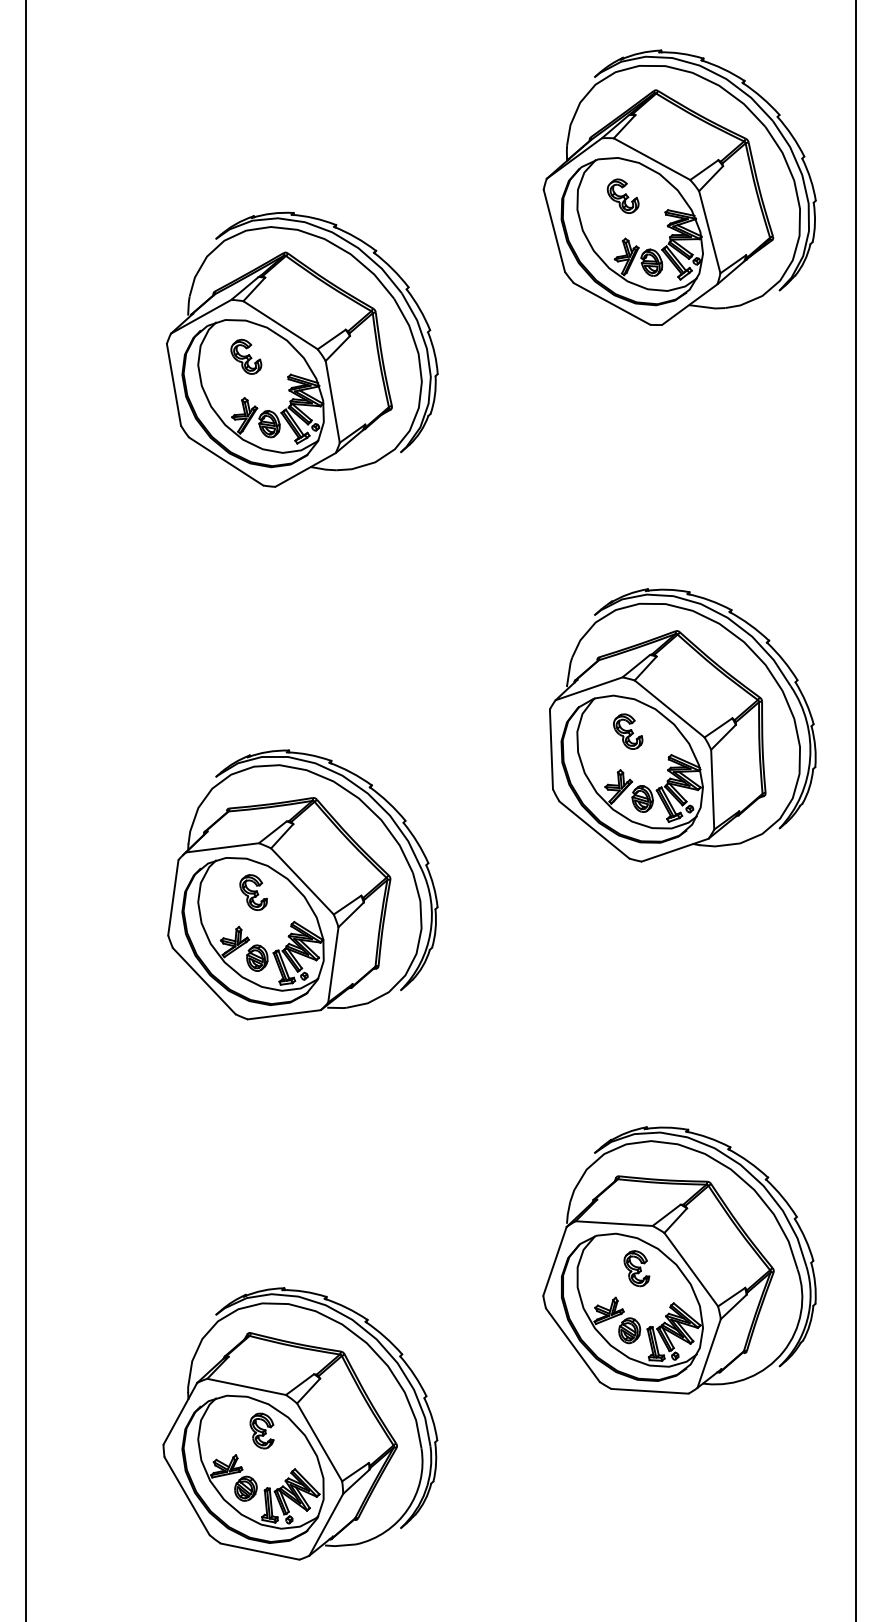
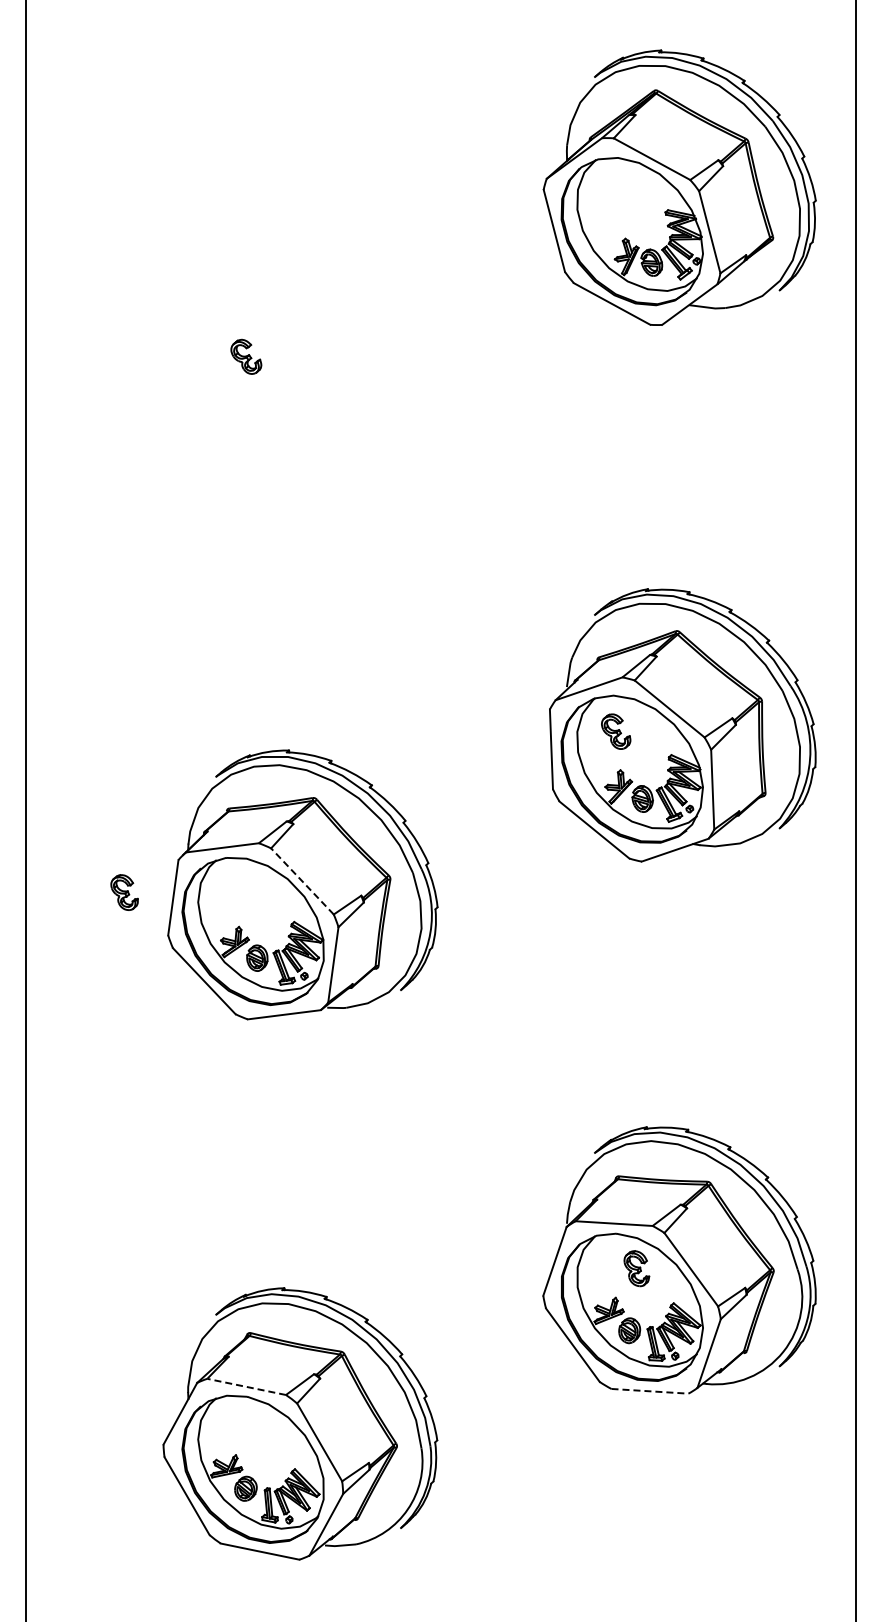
part at (622, 195): present -> none
part at (302, 349): present -> none
part at (628, 731) position: (628, 731) -> (616, 731)
line at (302, 881): solid -> dashed
part at (253, 892) position: (253, 892) -> (124, 892)
line at (246, 1386): solid -> dashed
line at (649, 1391): solid -> dashed
part at (261, 1430): present -> none
